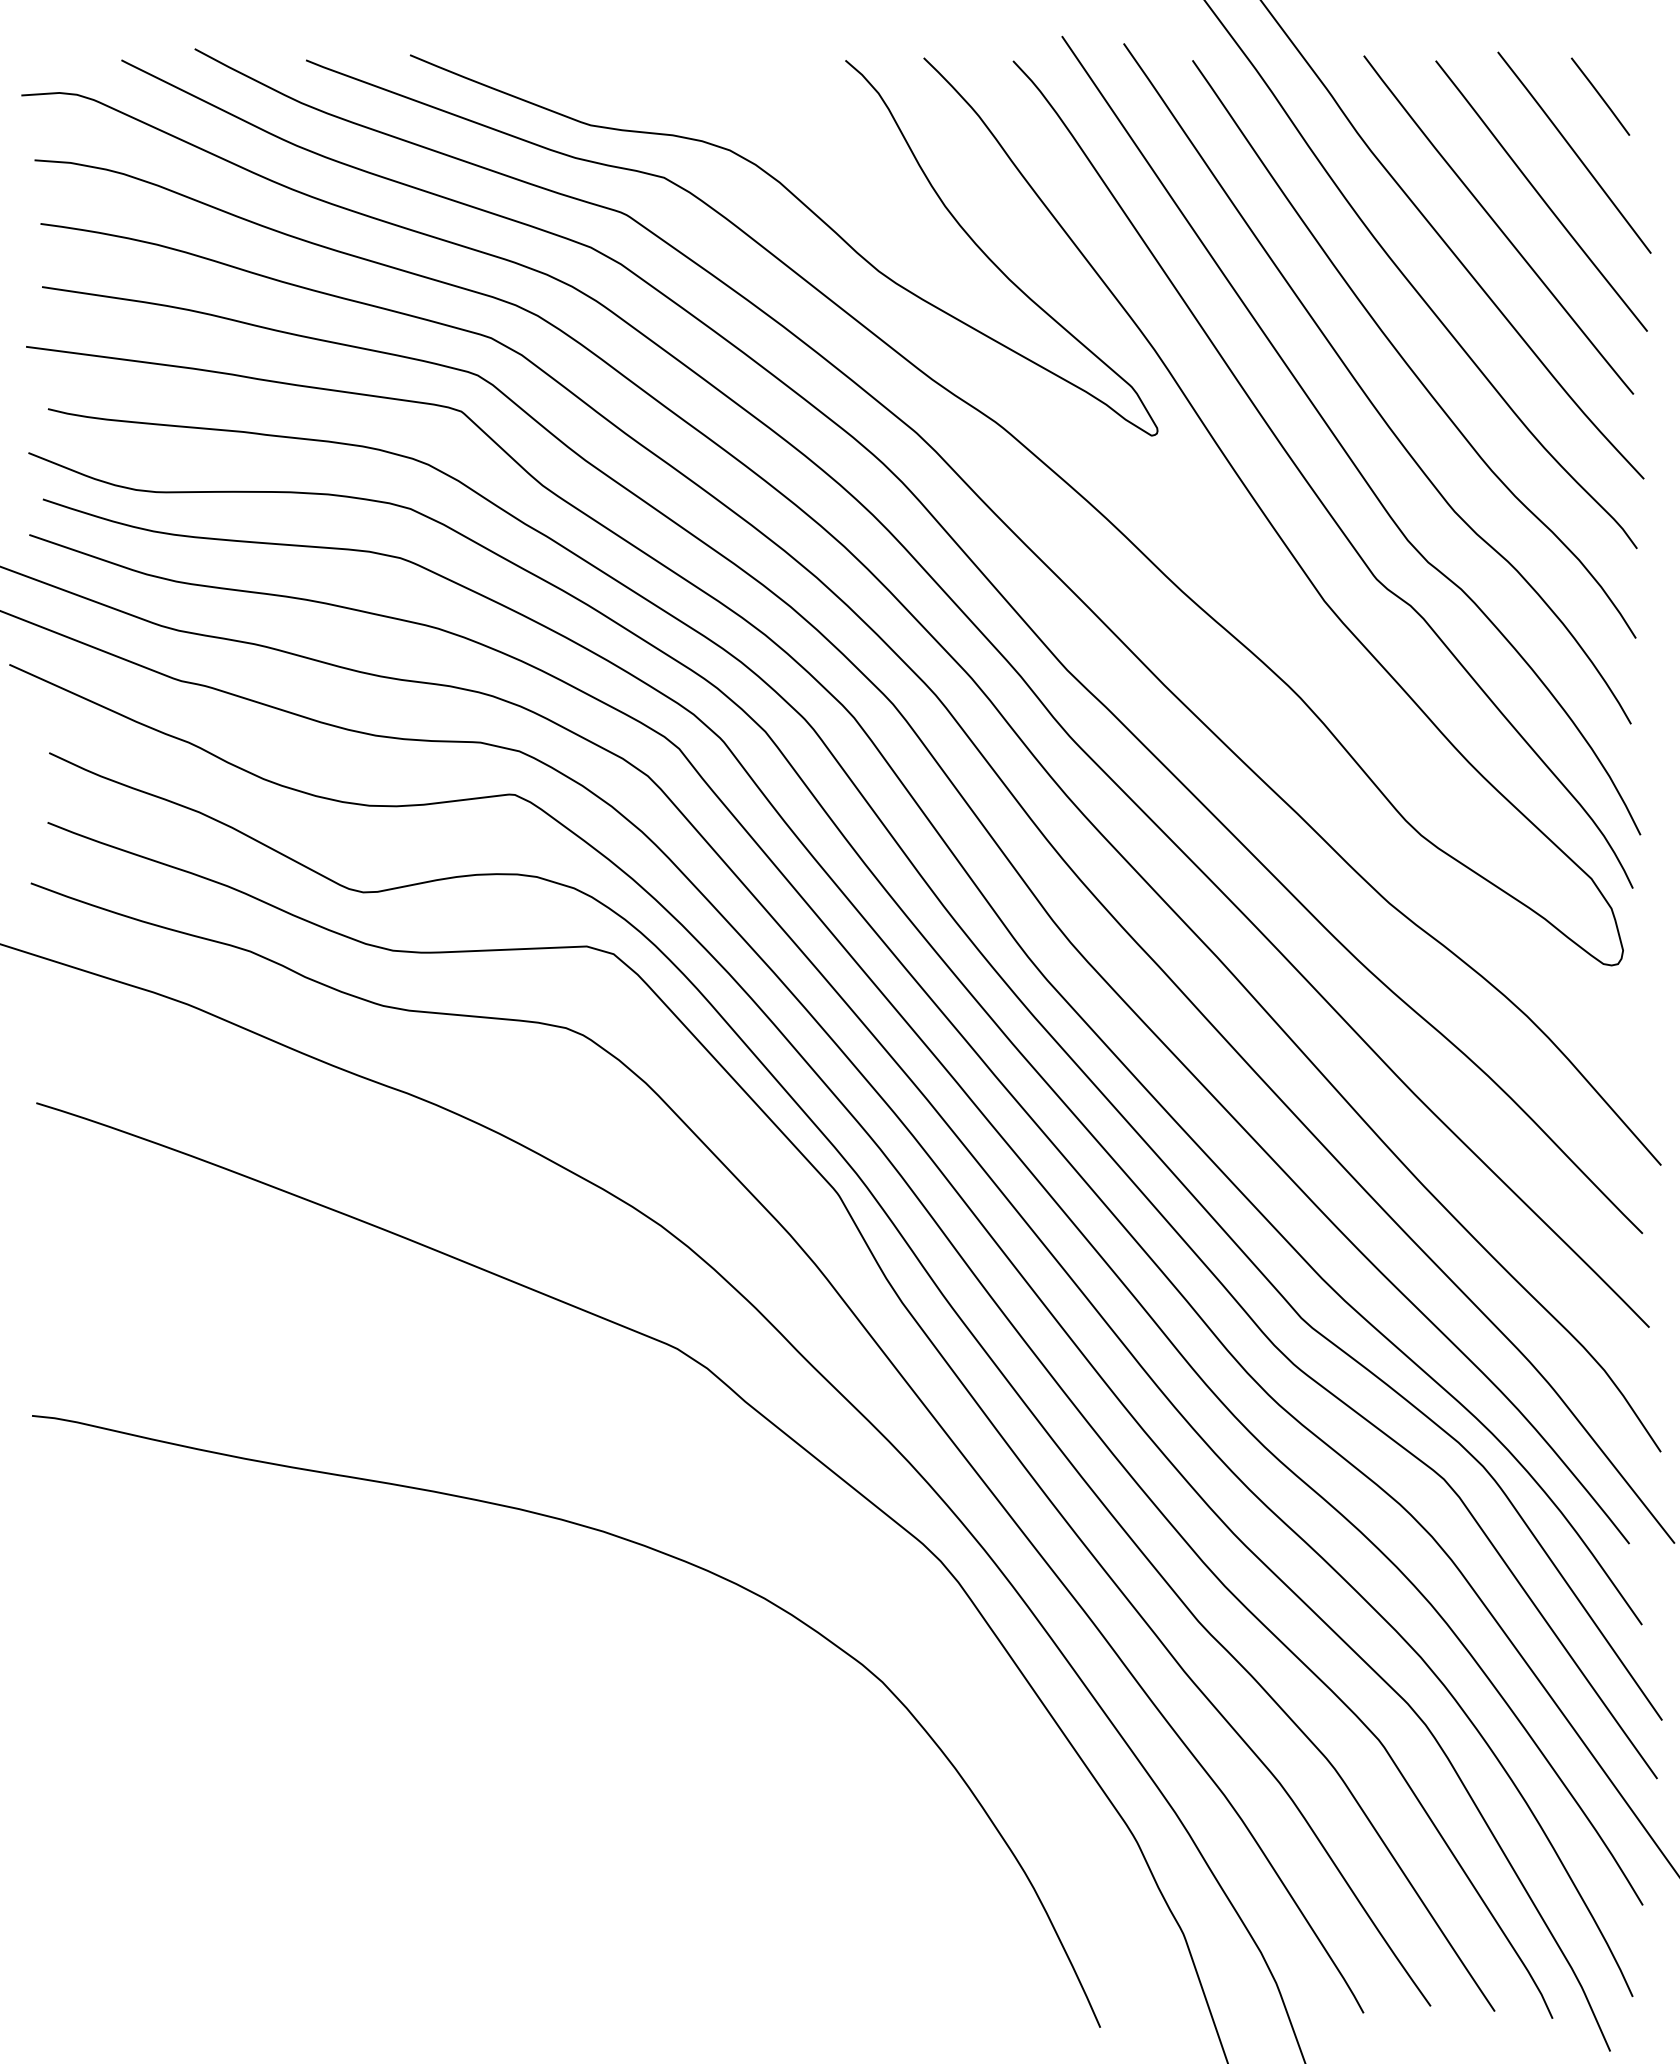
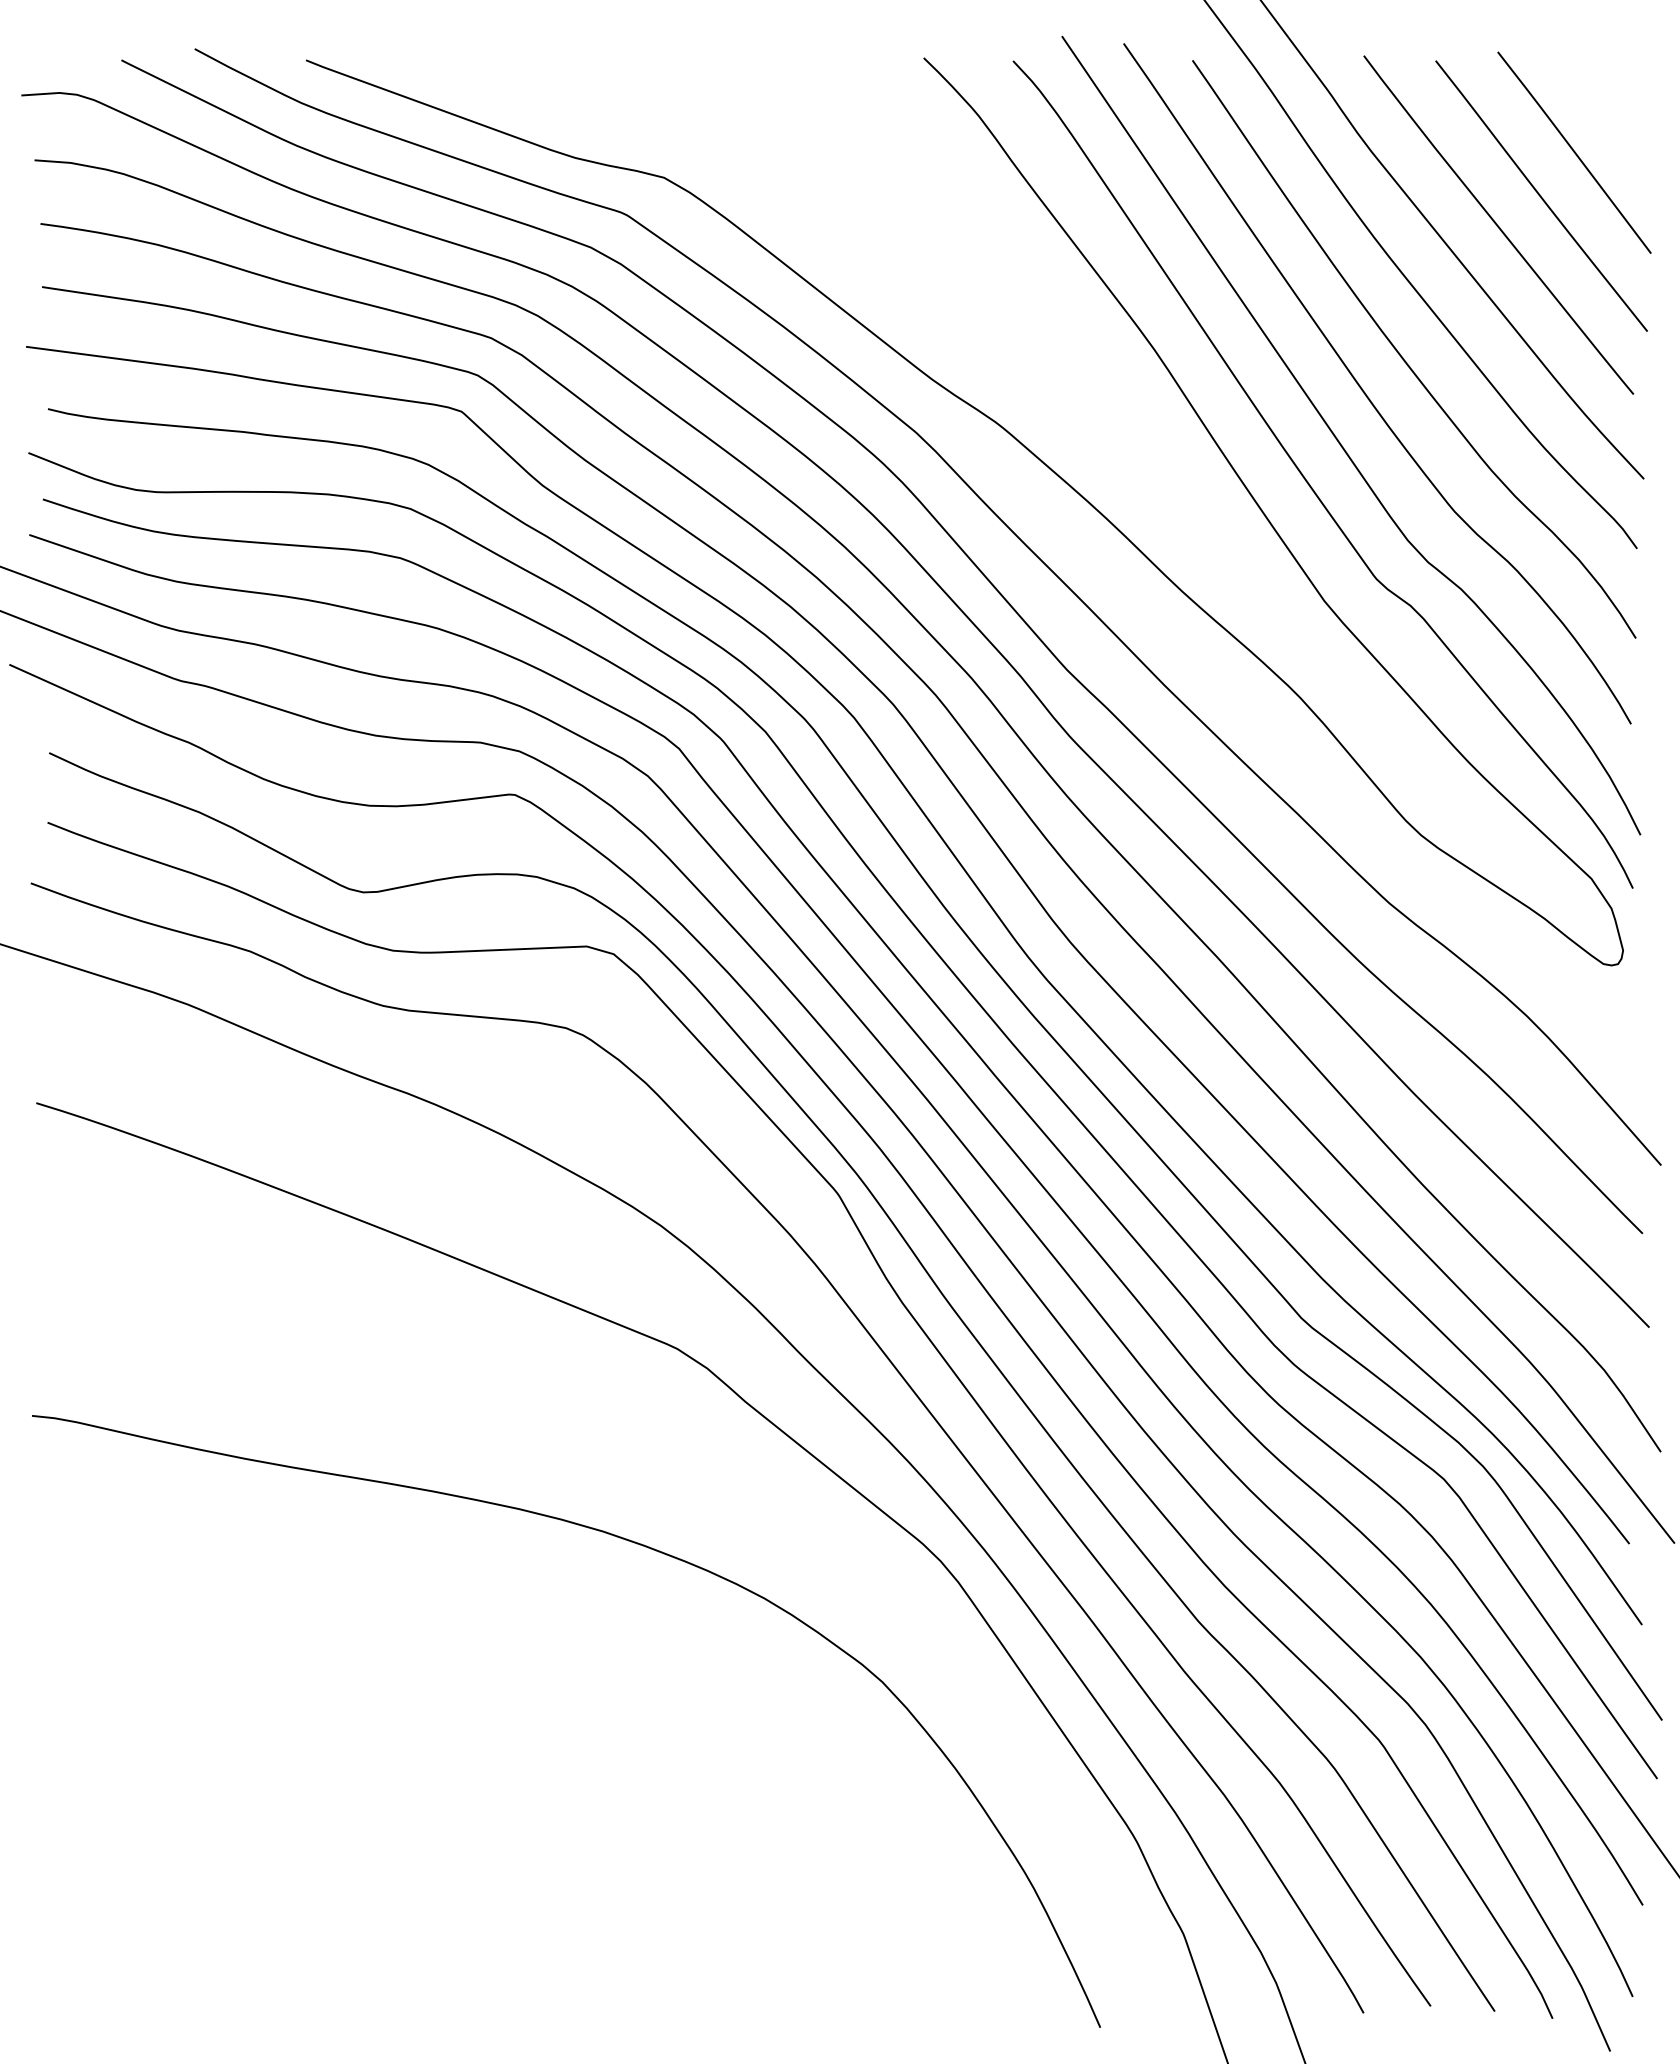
line at (1600, 96): present -> none
curve at (813, 214): present -> none
